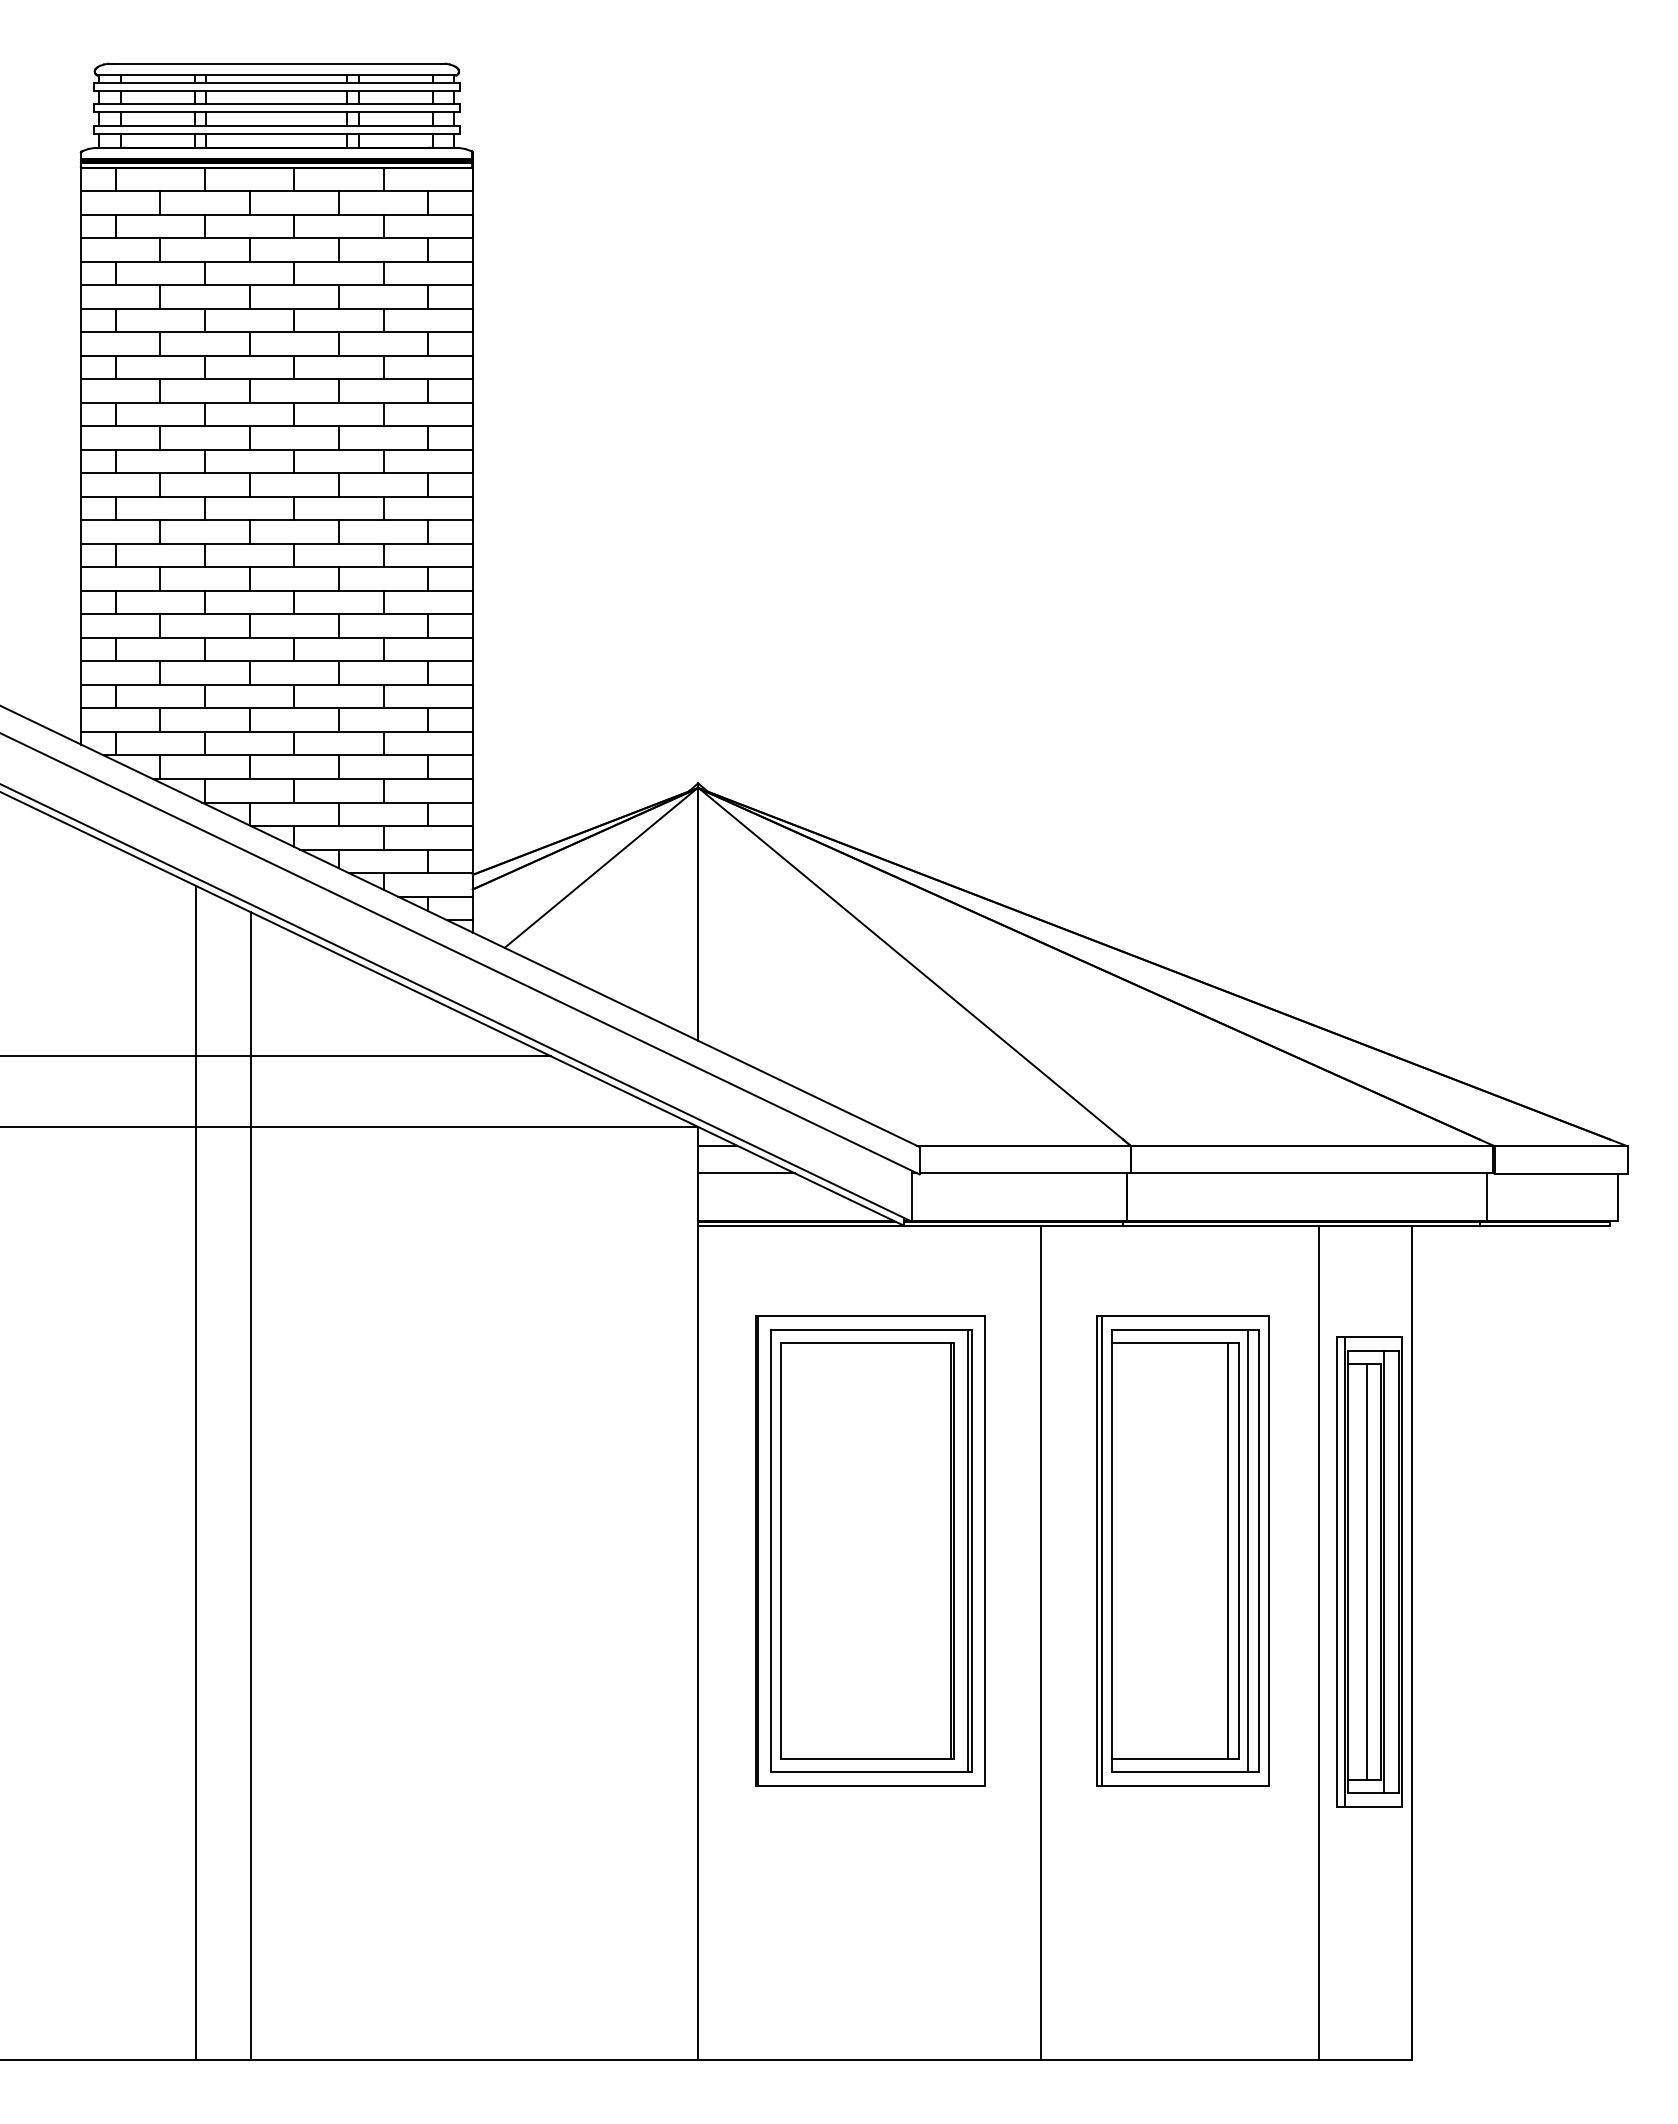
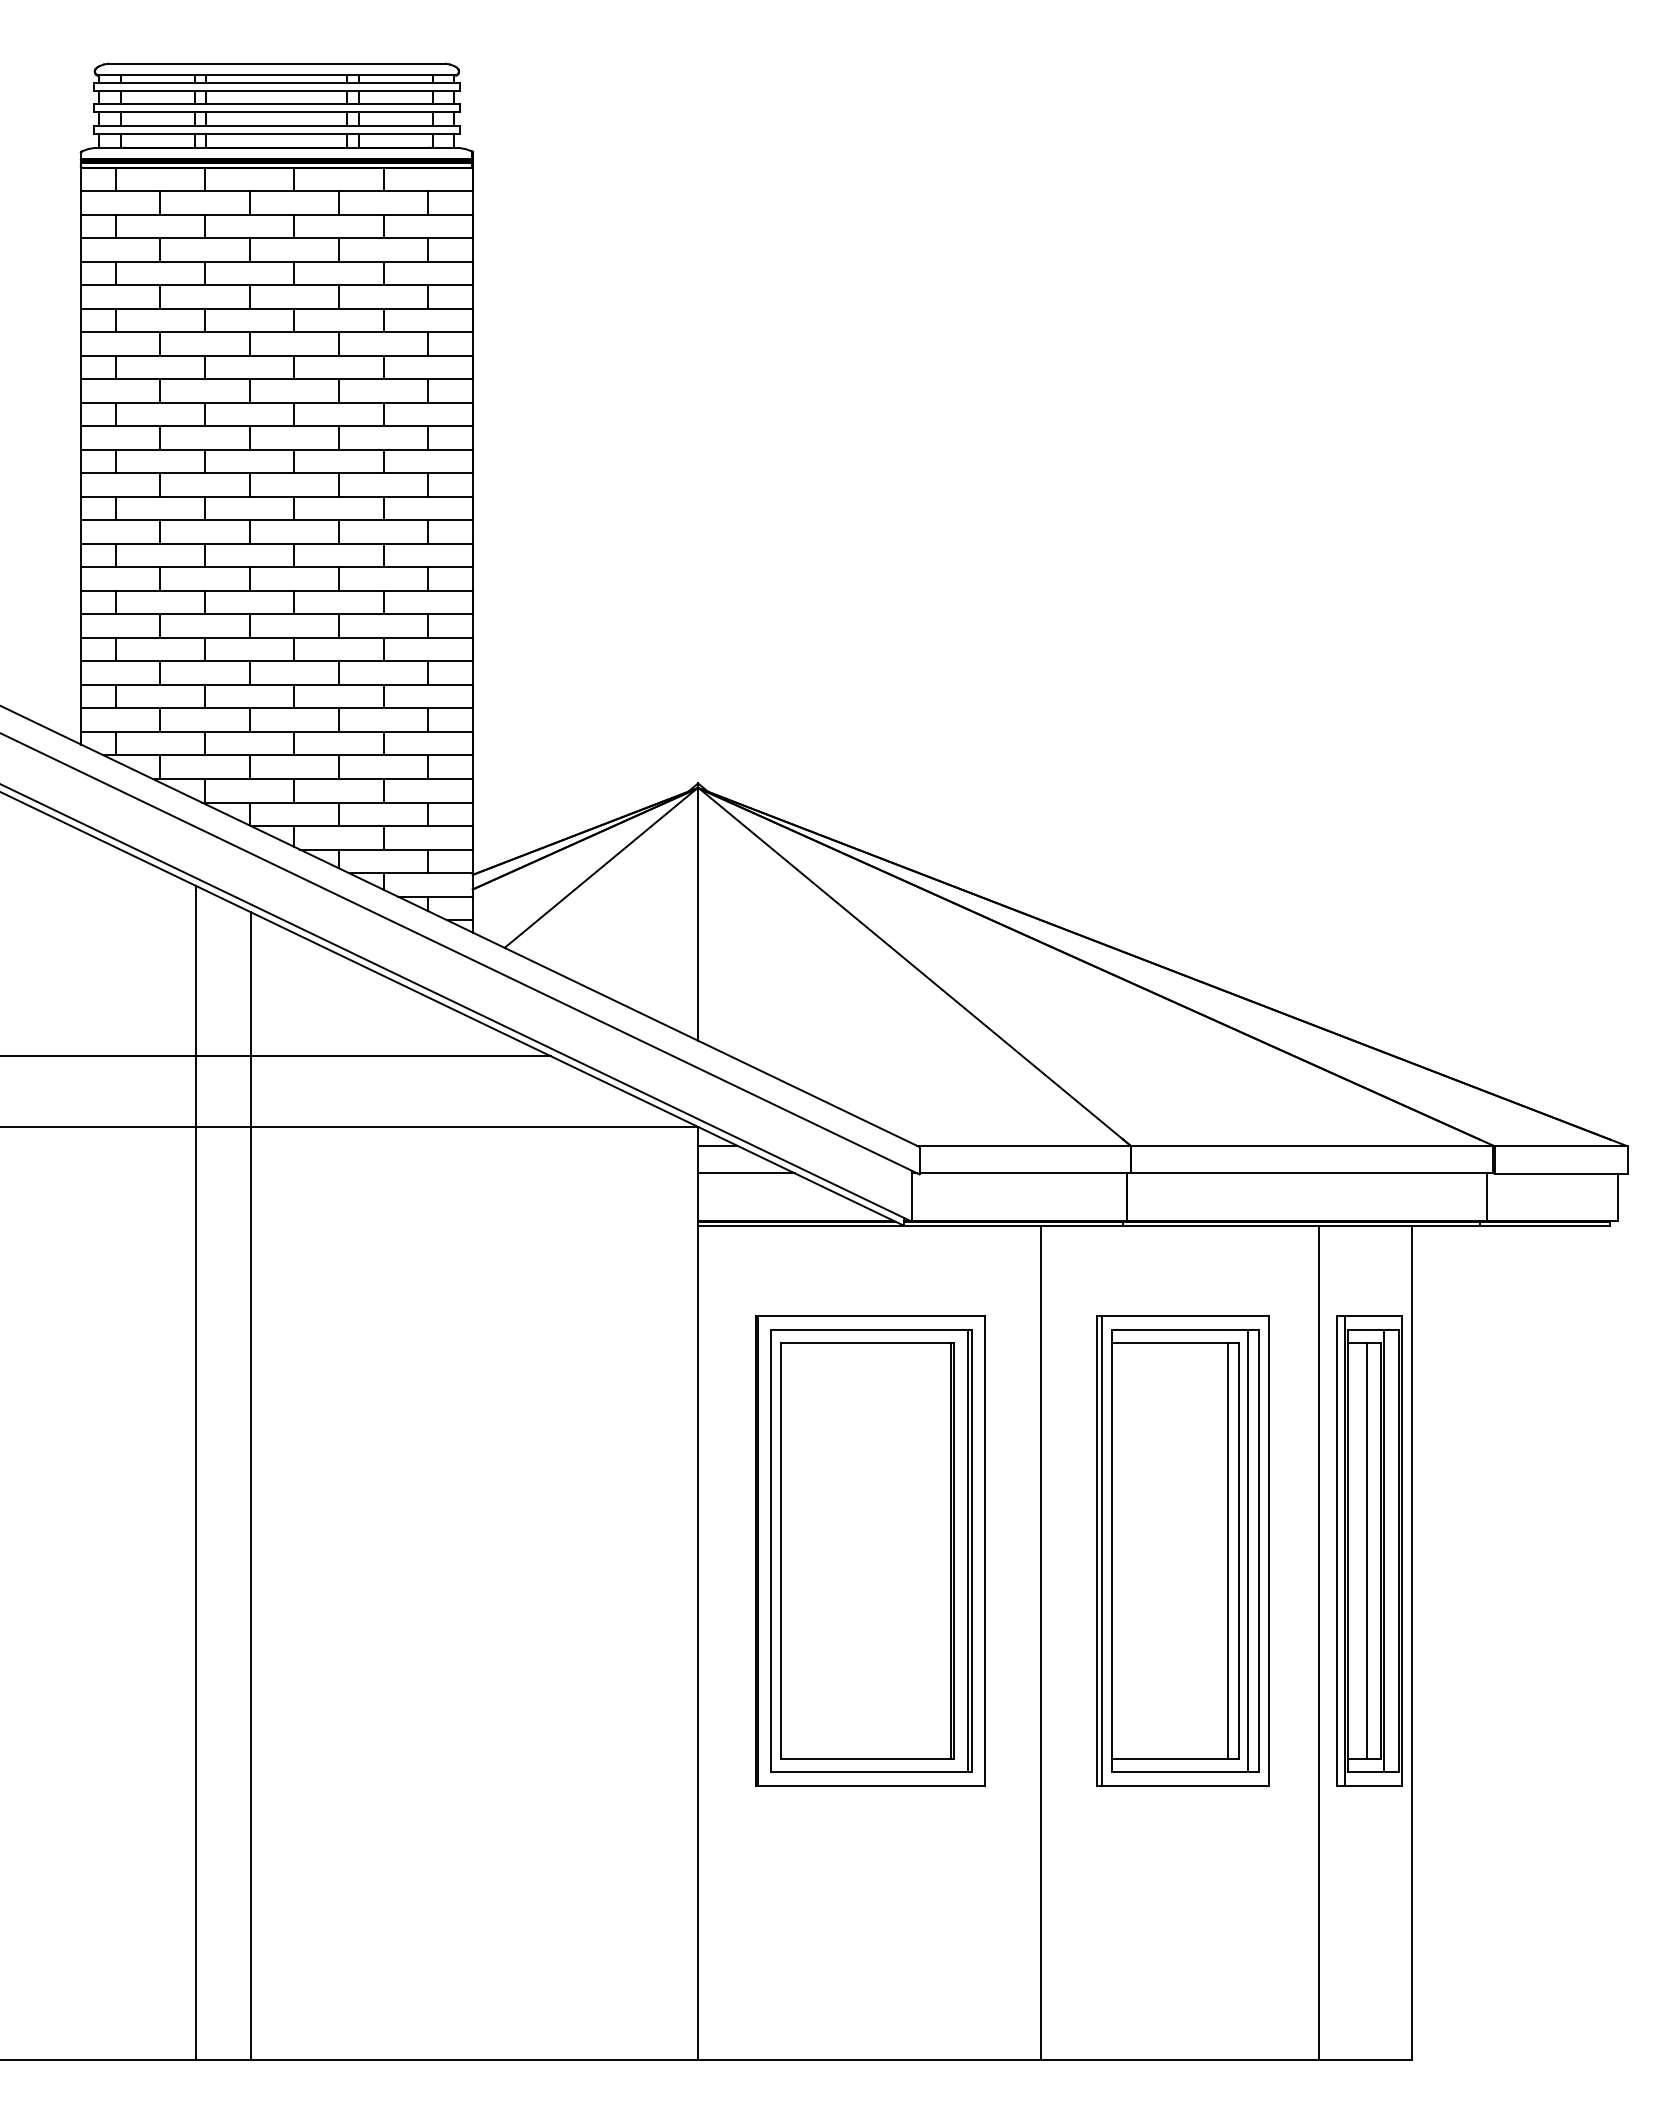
part at (1369, 1571) position: (1369, 1571) -> (1369, 1550)
